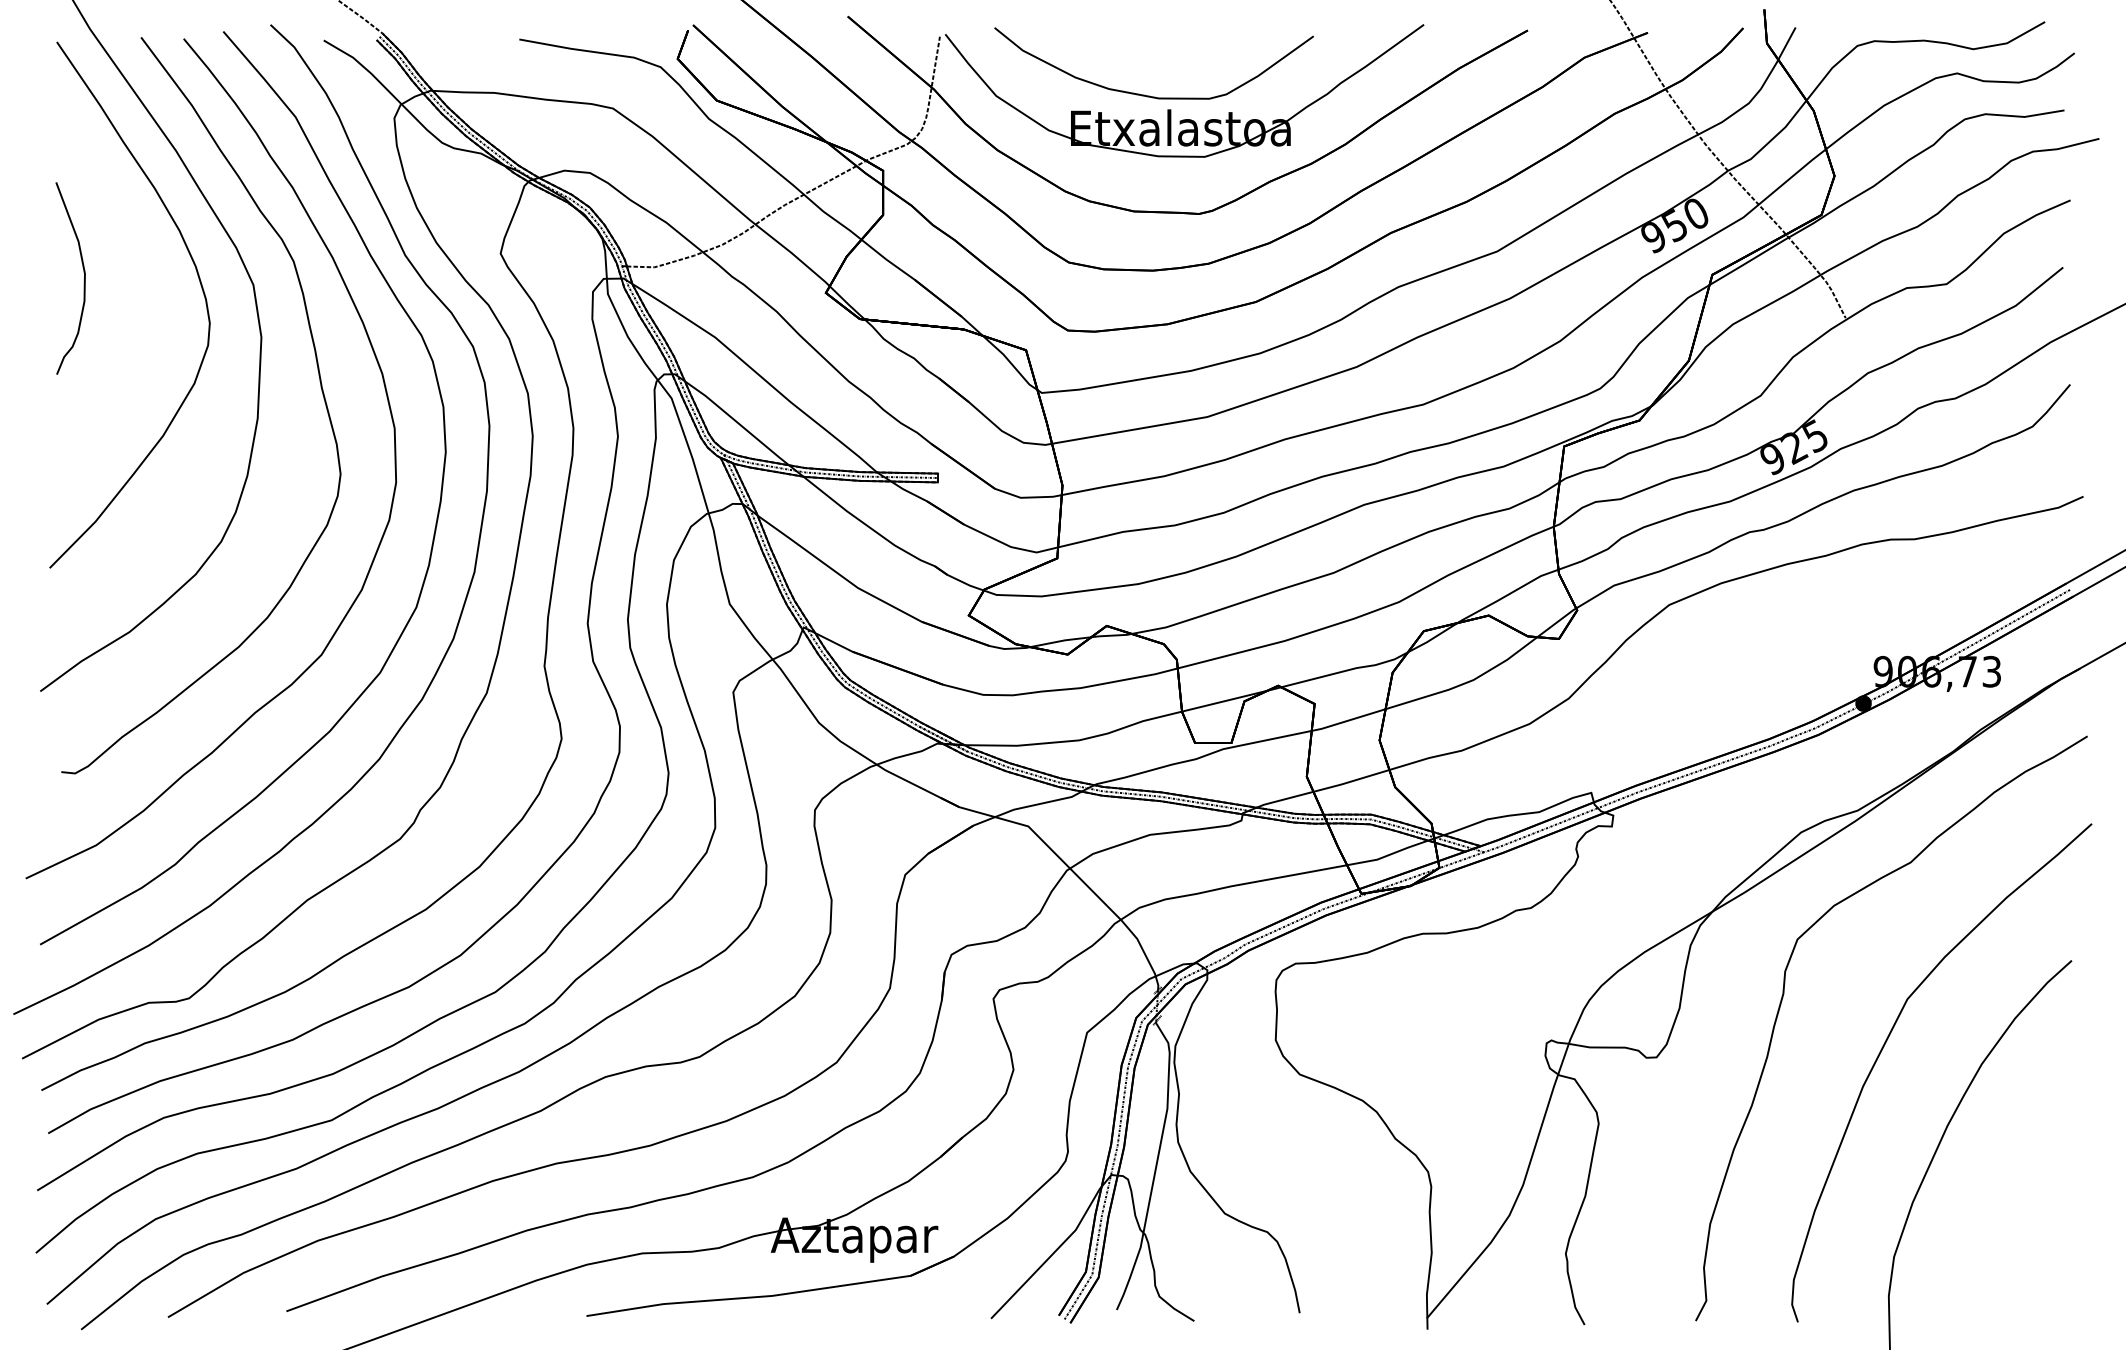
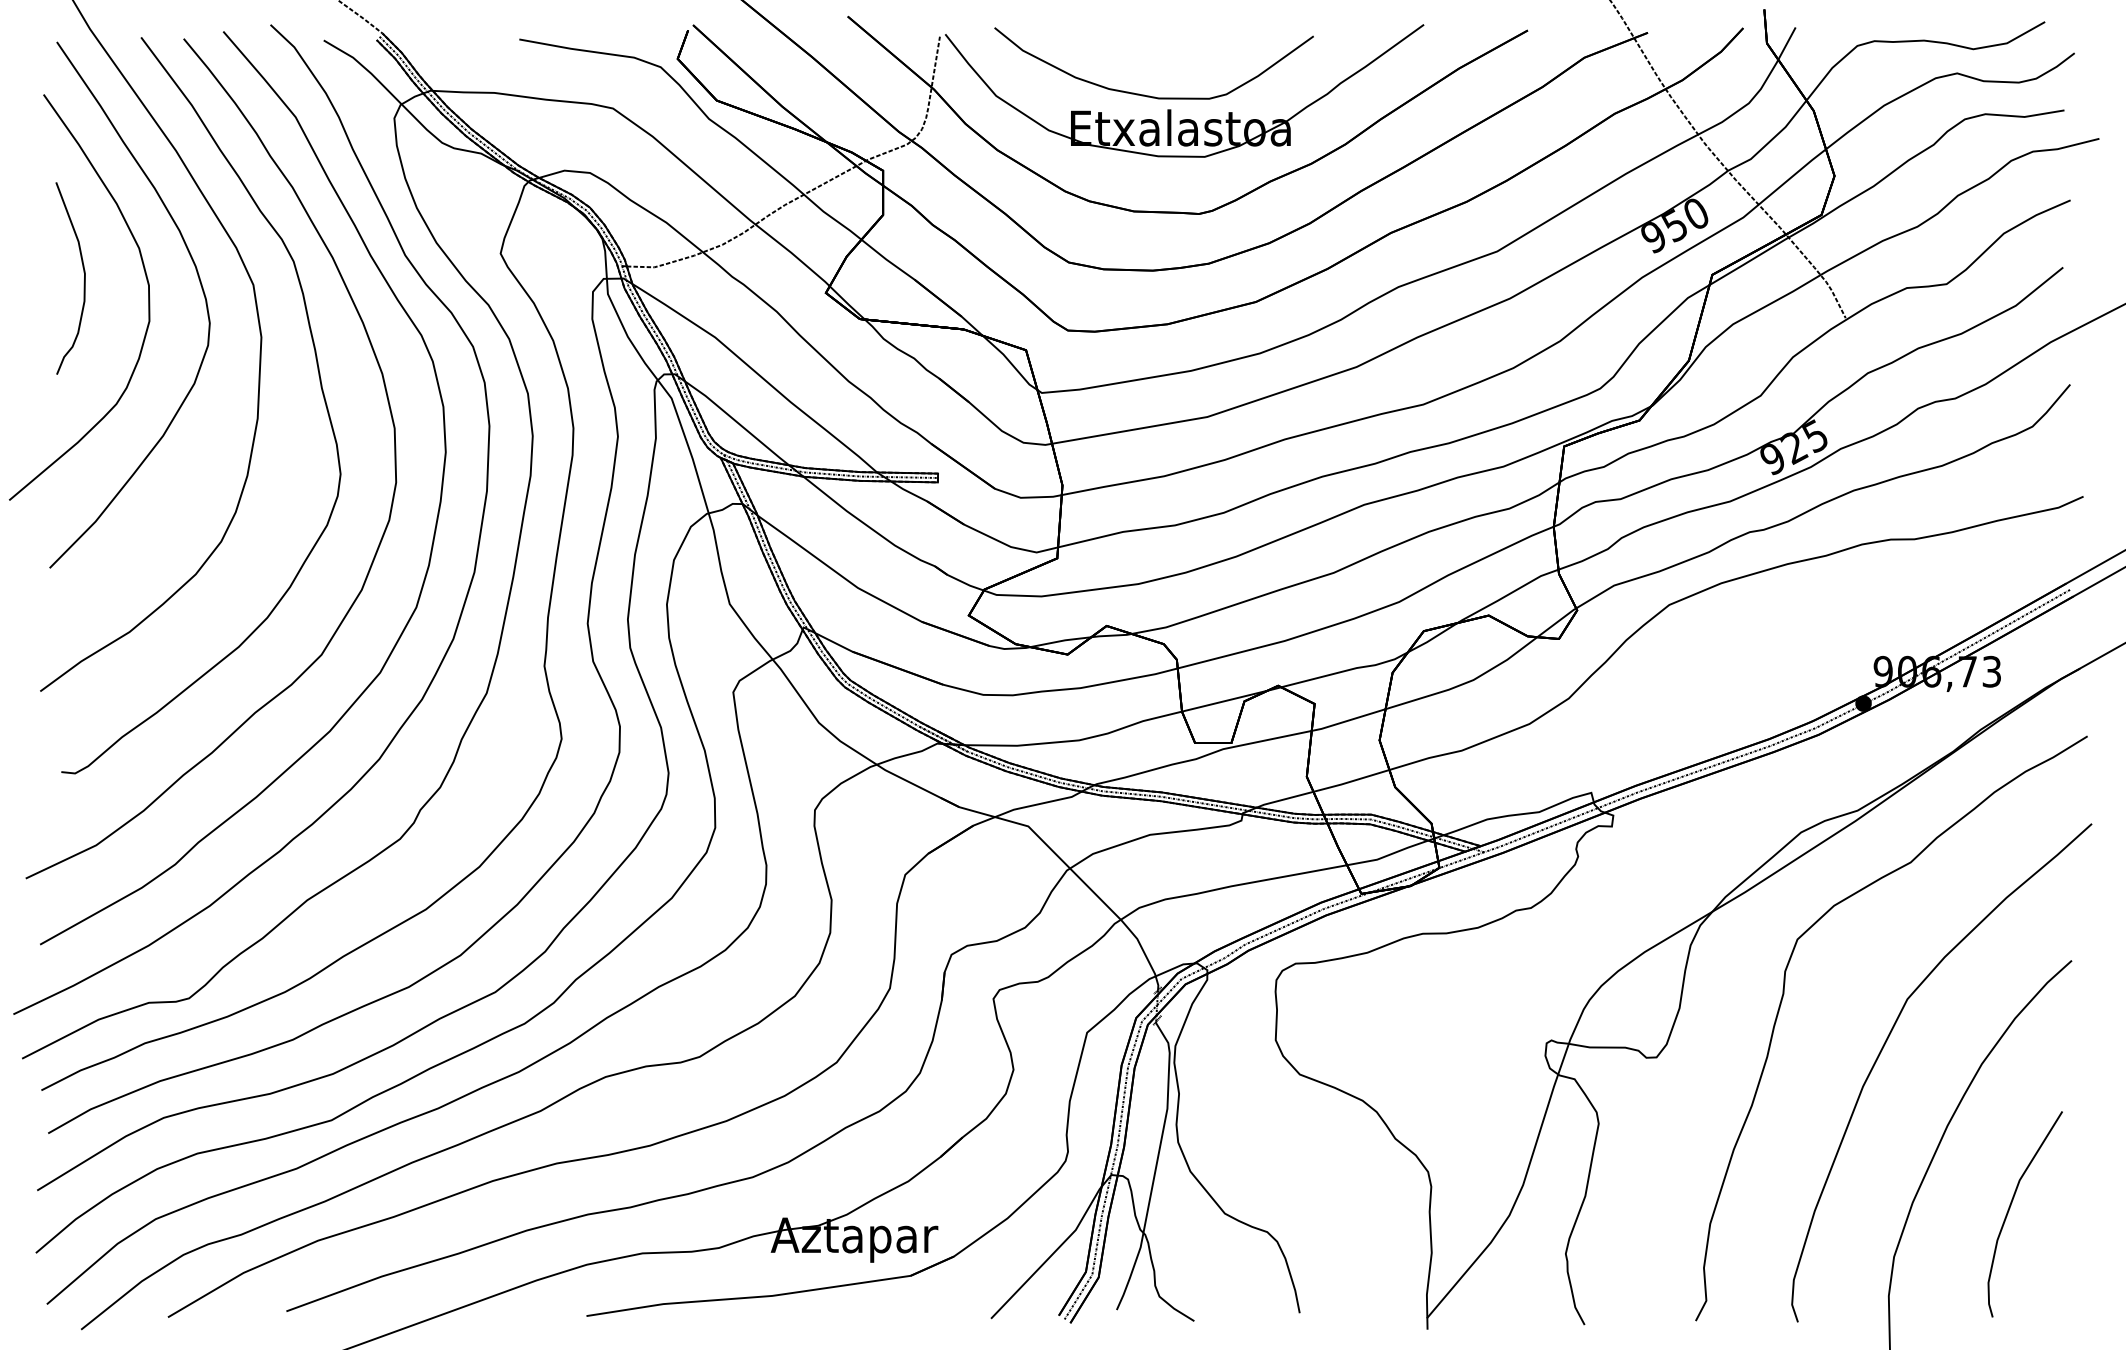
curve at (148, 297): none -> present
curve at (2010, 1208): none -> present
